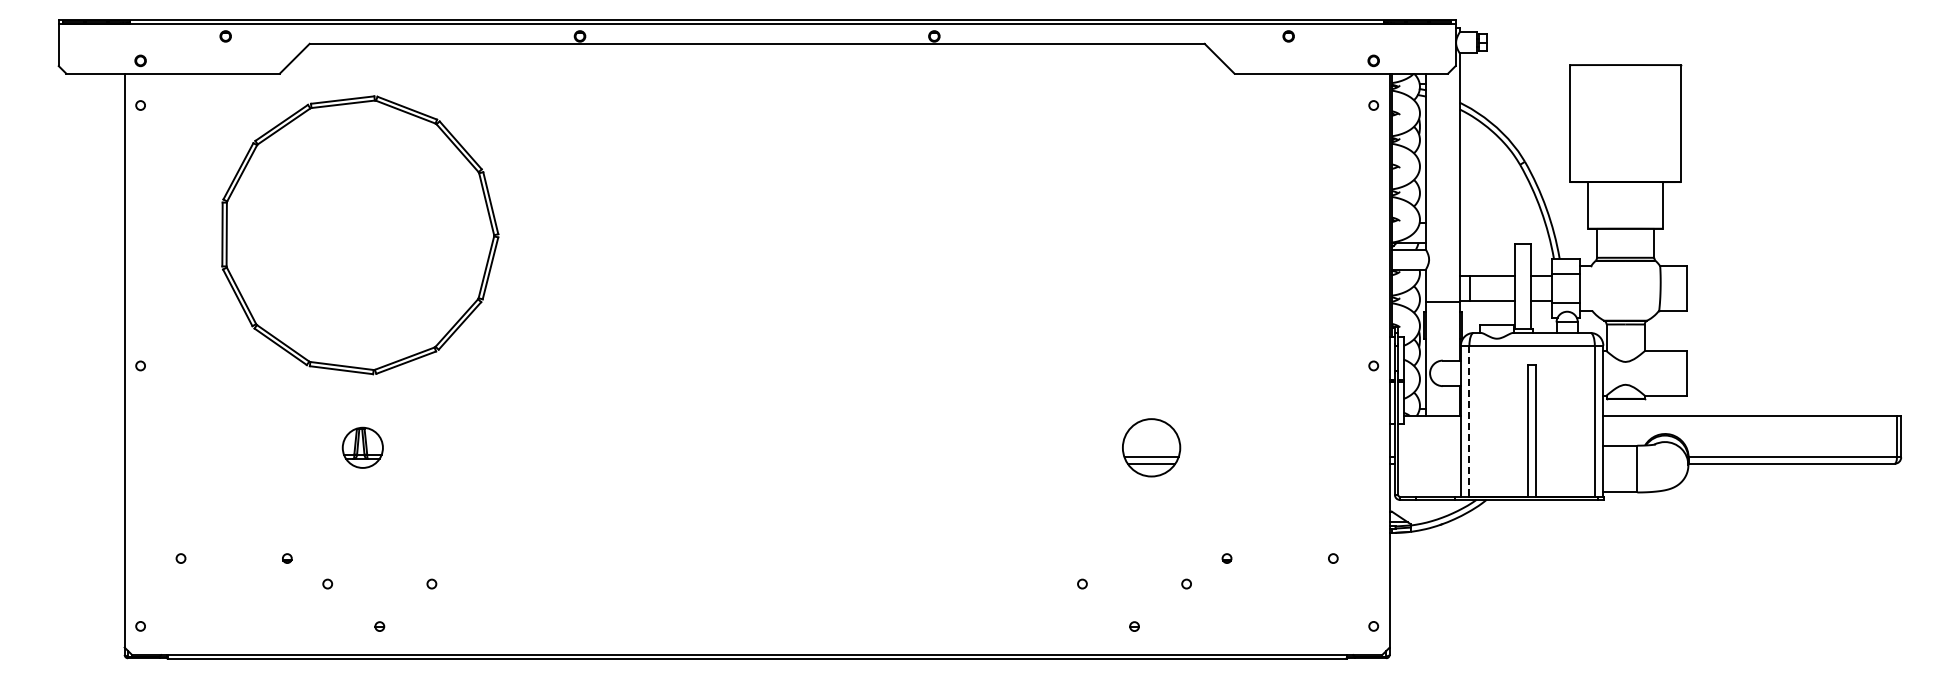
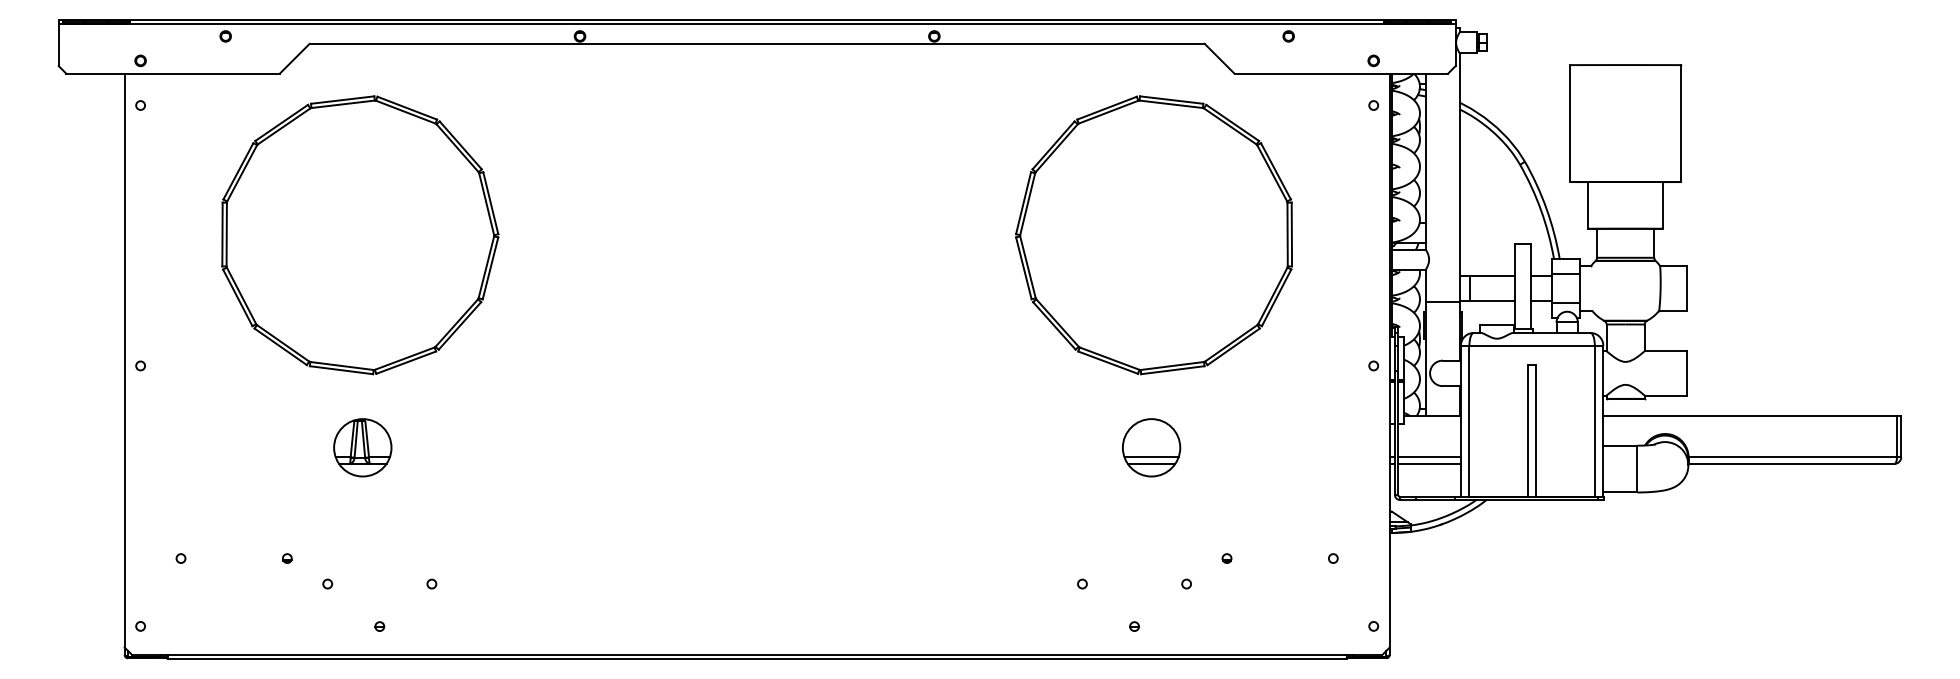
part at (1153, 235): none -> present
line at (1469, 421): dashed -> solid
part at (362, 447) size: 43x43 px -> 60x60 px
line at (1429, 457): none -> present
line at (1429, 463): none -> present
